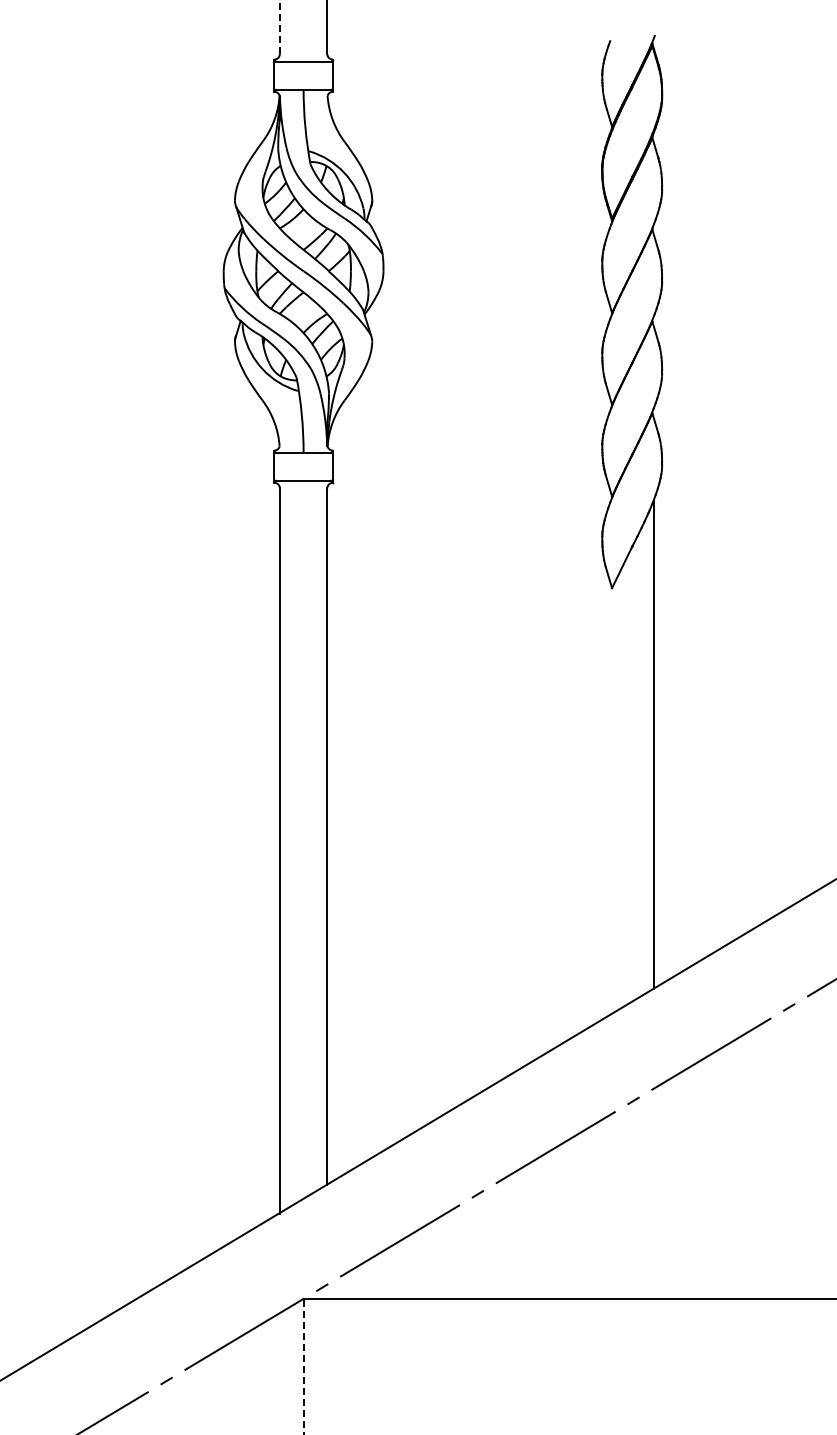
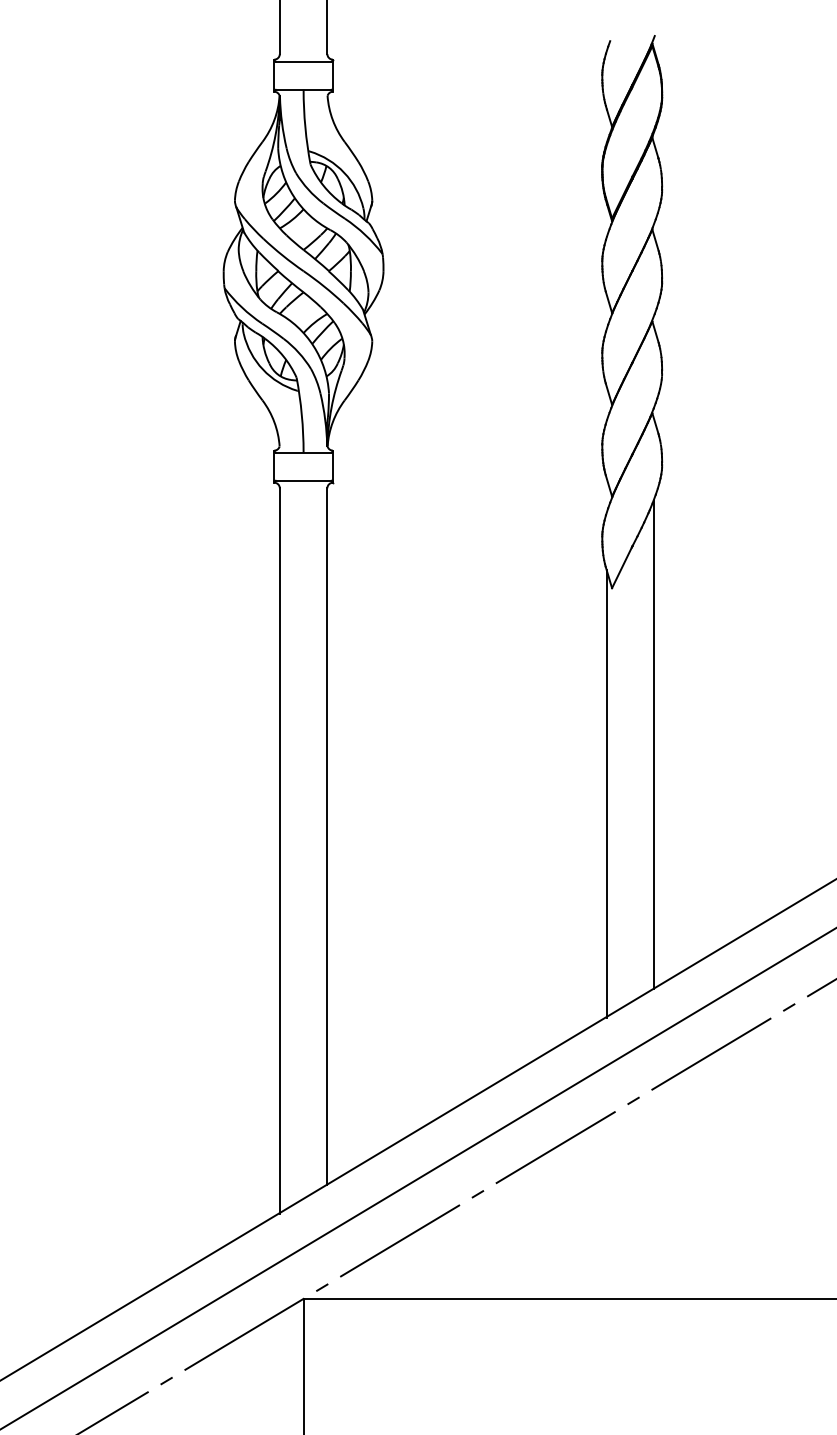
line at (279, 27): dashed -> solid
line at (606, 793): none -> present
line at (417, 1178): none -> present
line at (303, 1366): dashed -> solid
